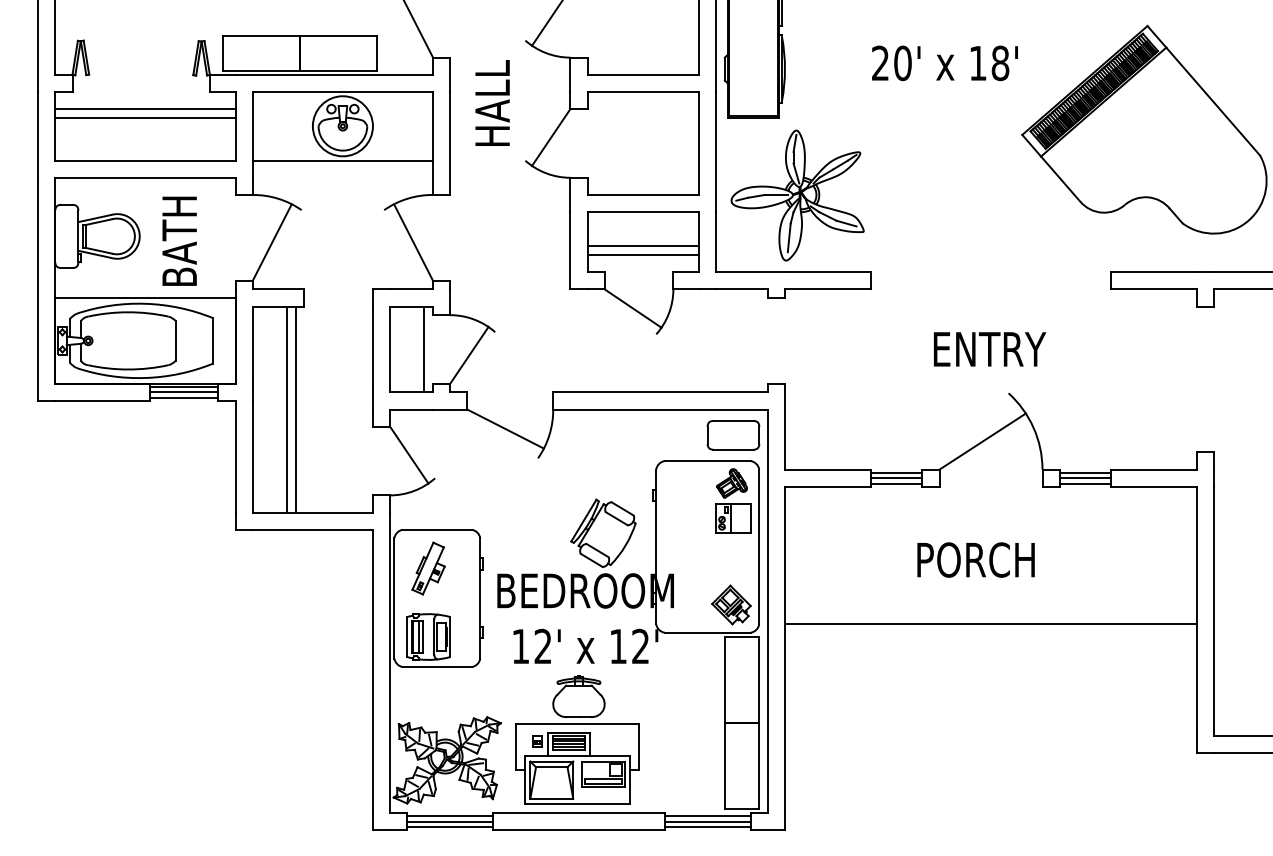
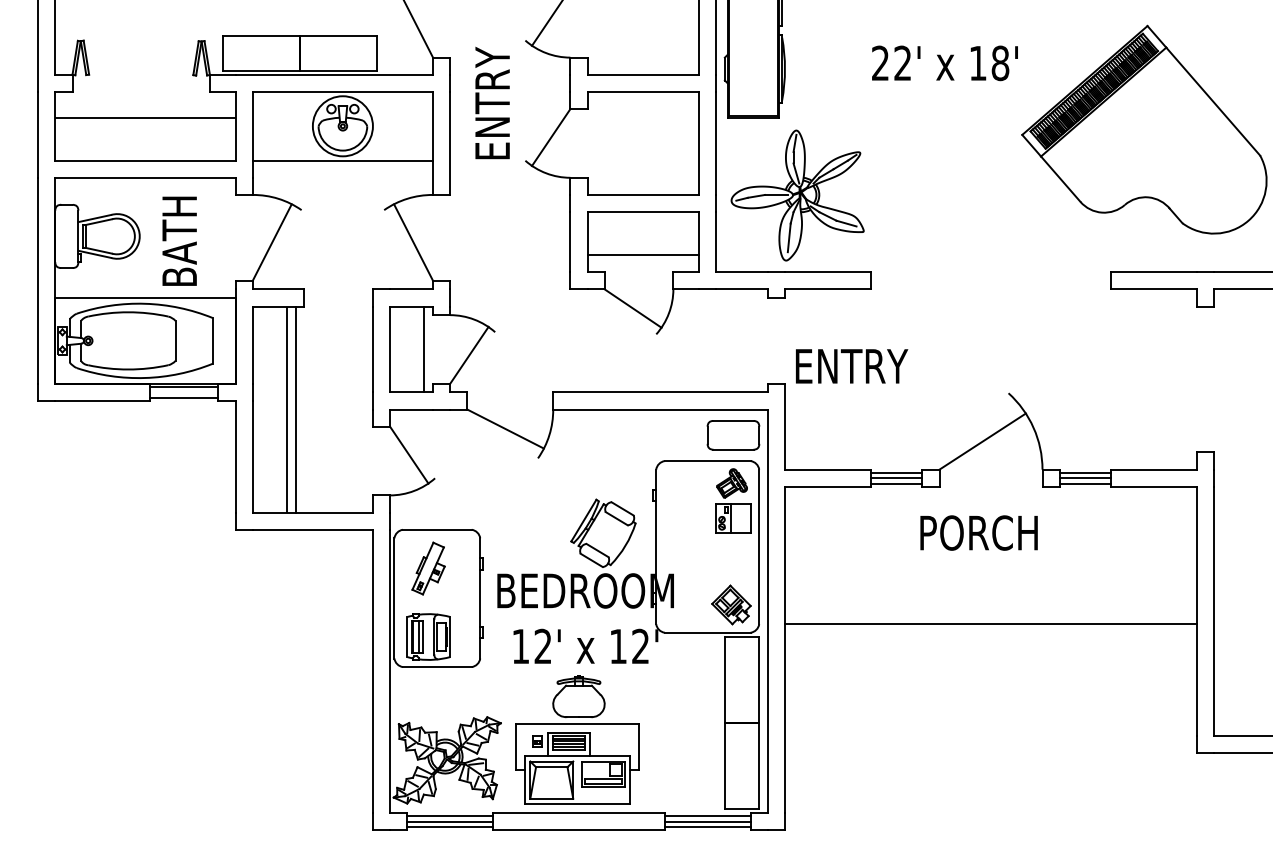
text at (902, 63): 20' -> 22'
text at (492, 102): HALL -> ENTRY
line at (145, 109): present -> none
line at (643, 246): present -> none
text at (990, 349) position: (990, 349) -> (852, 366)
line at (183, 392): present -> none
text at (975, 559) position: (975, 559) -> (978, 532)
